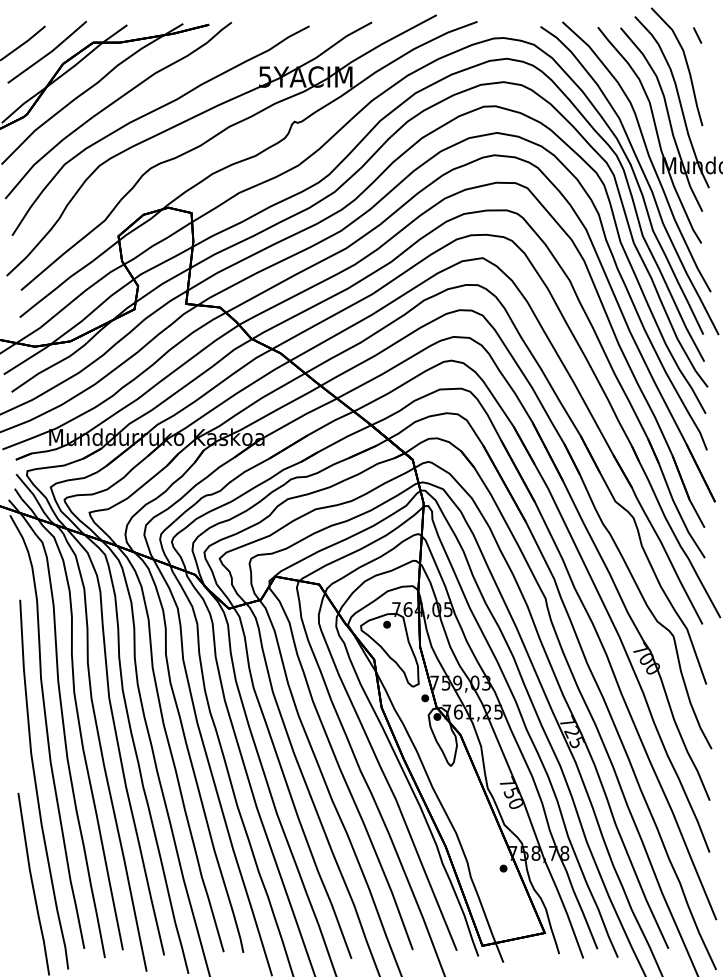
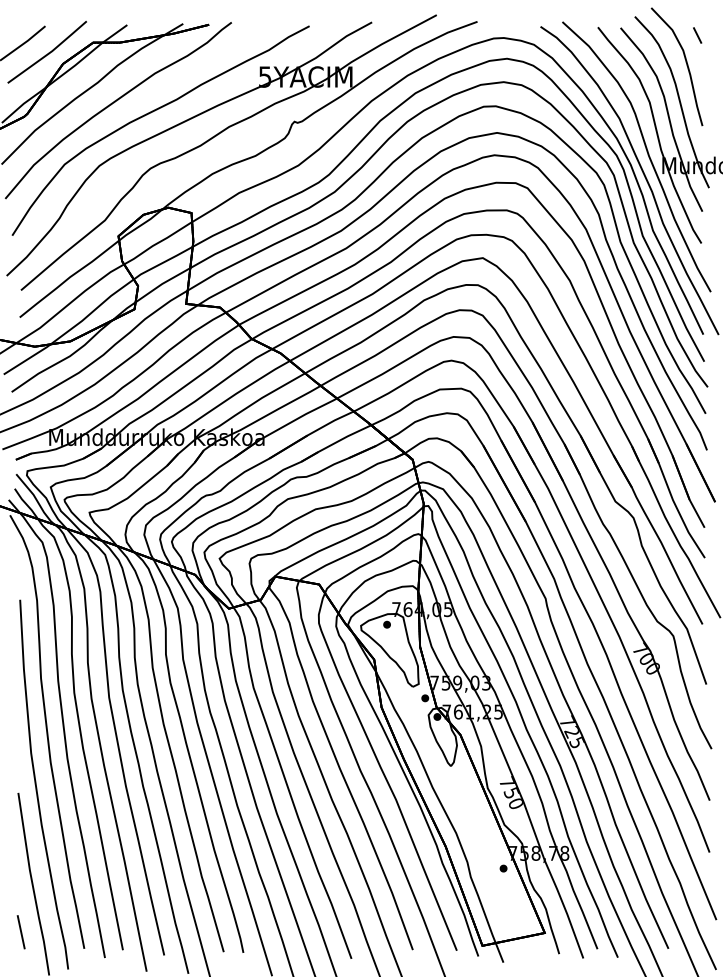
line at (20, 932): none -> present
